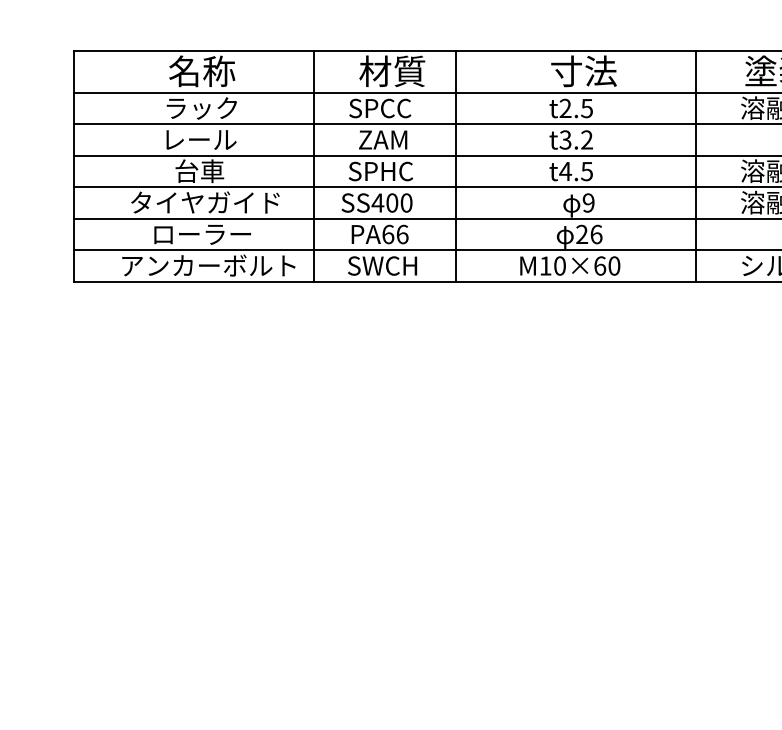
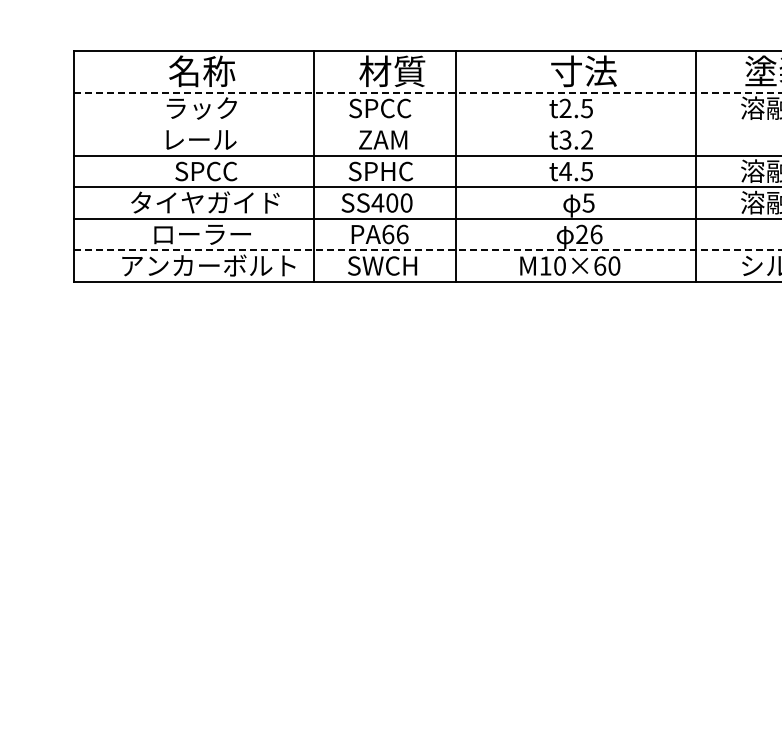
line at (428, 92): solid -> dashed
line at (426, 124): present -> none
text at (206, 171): 台車 -> SPCC
text at (588, 202): 9 -> 5
line at (428, 250): solid -> dashed
